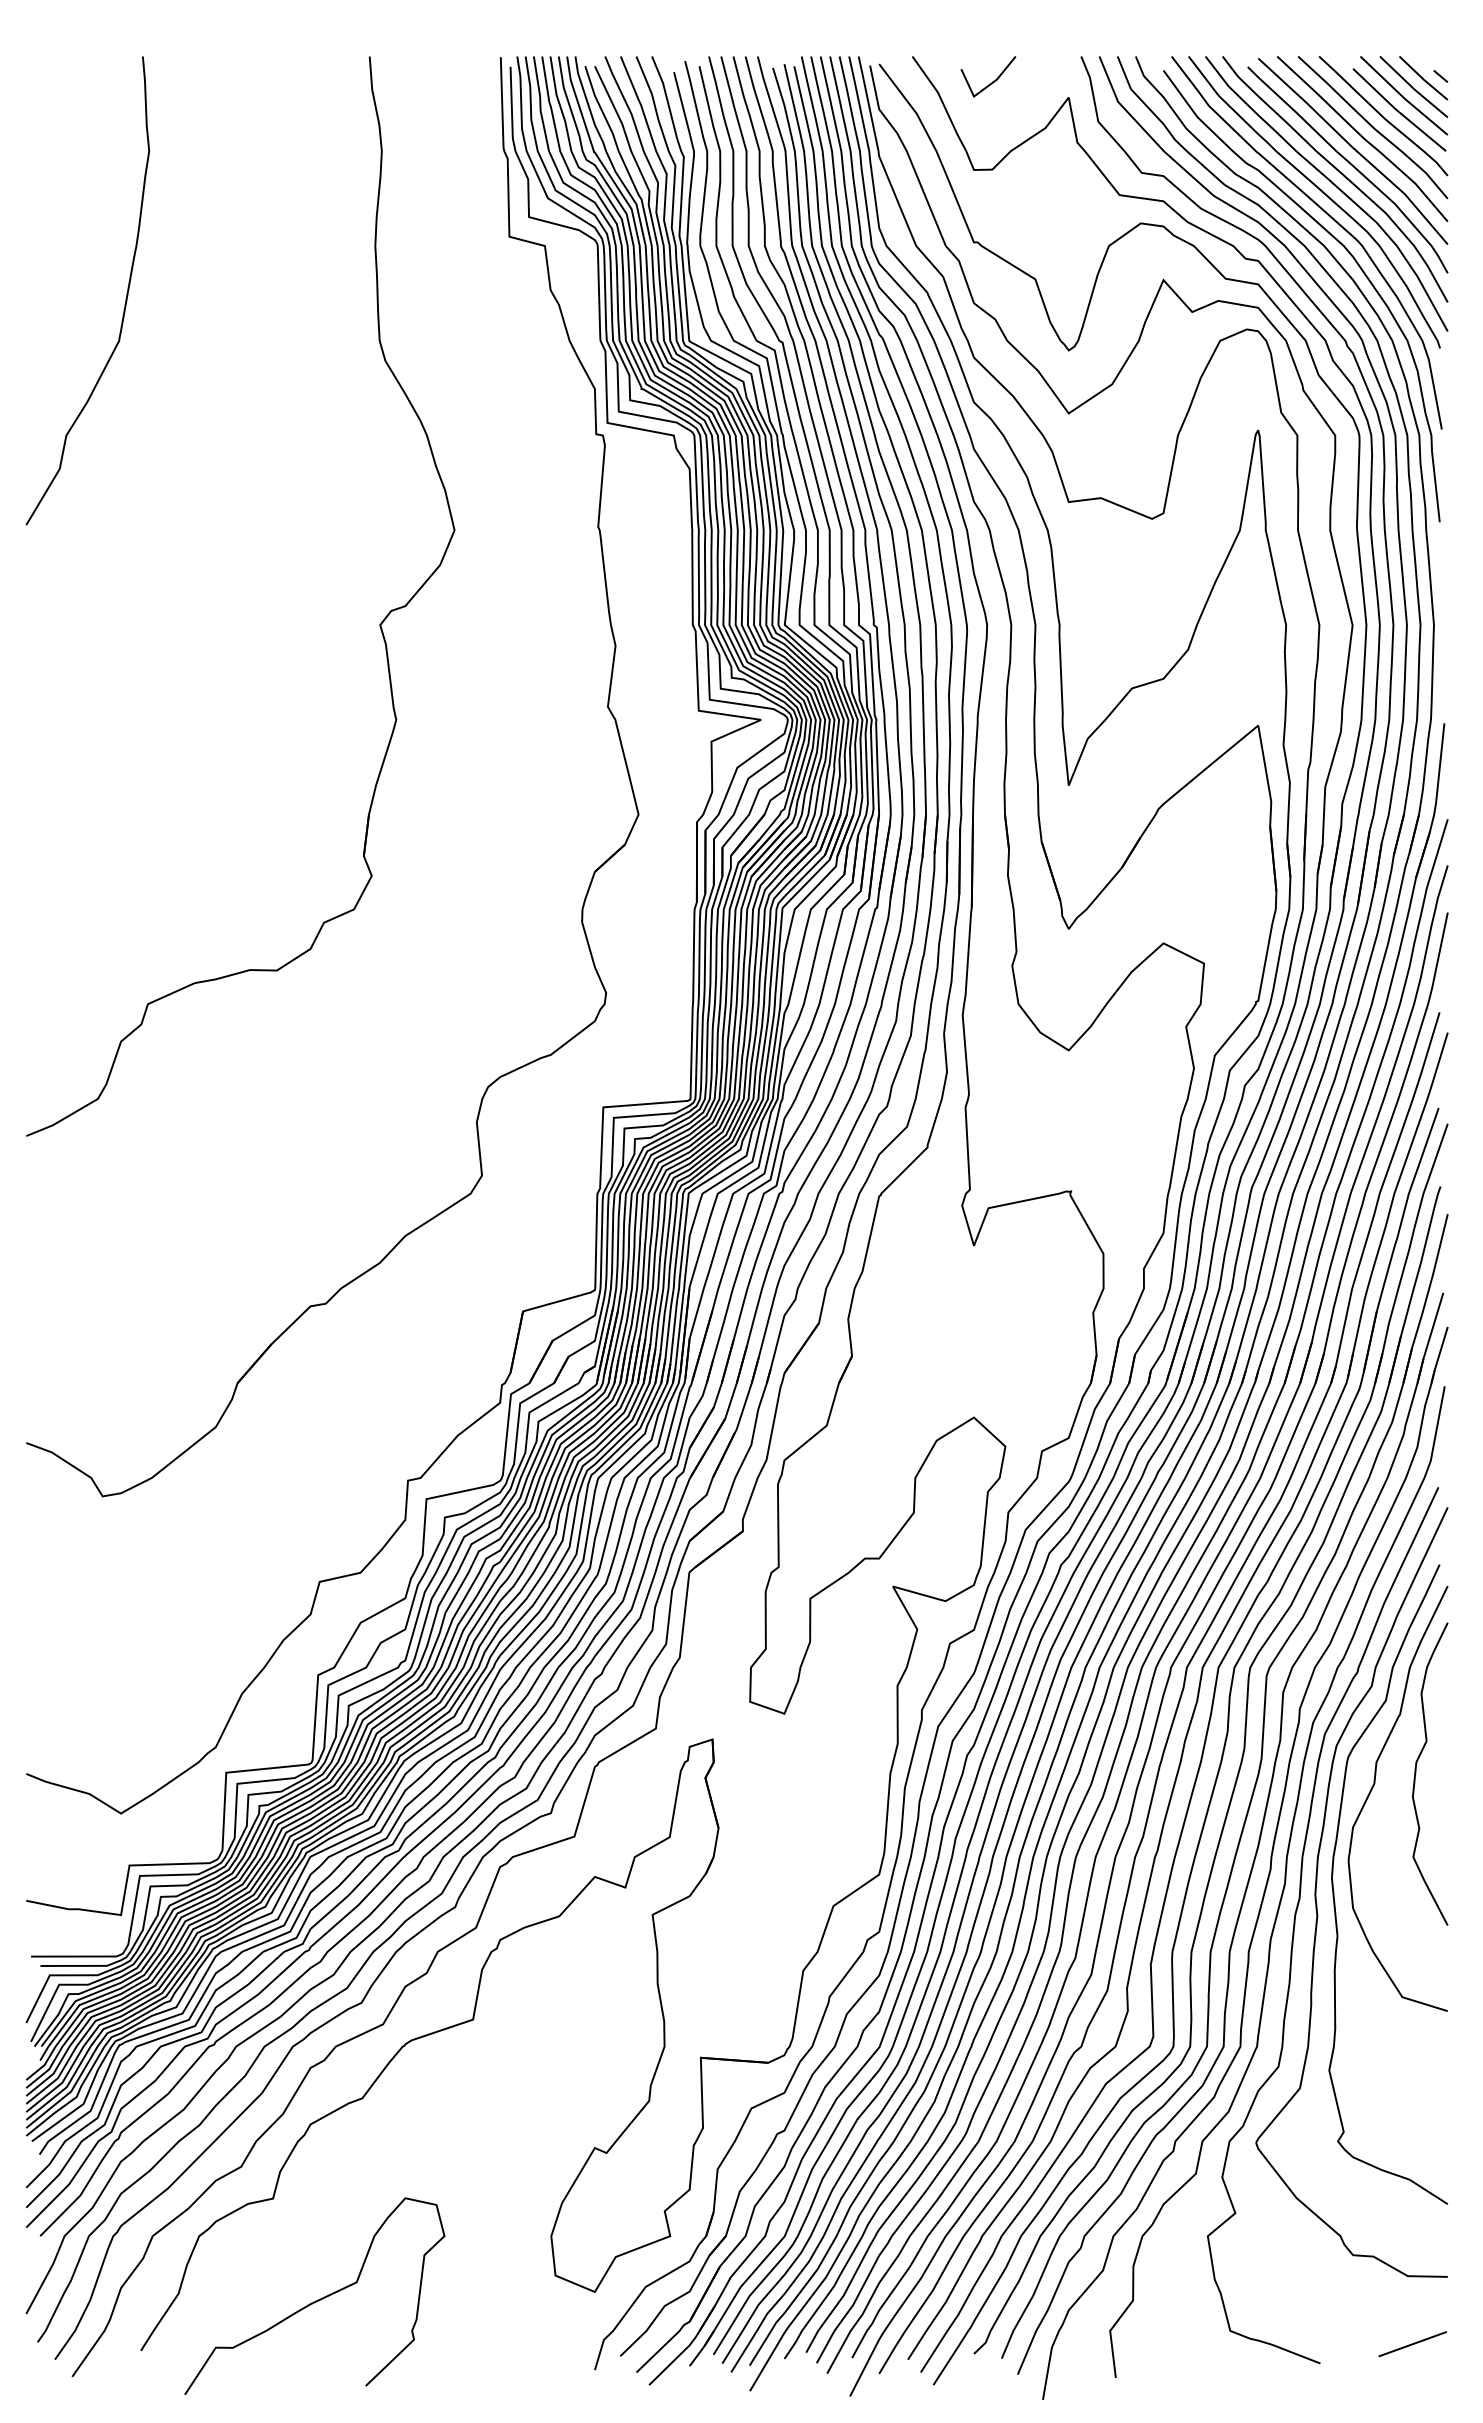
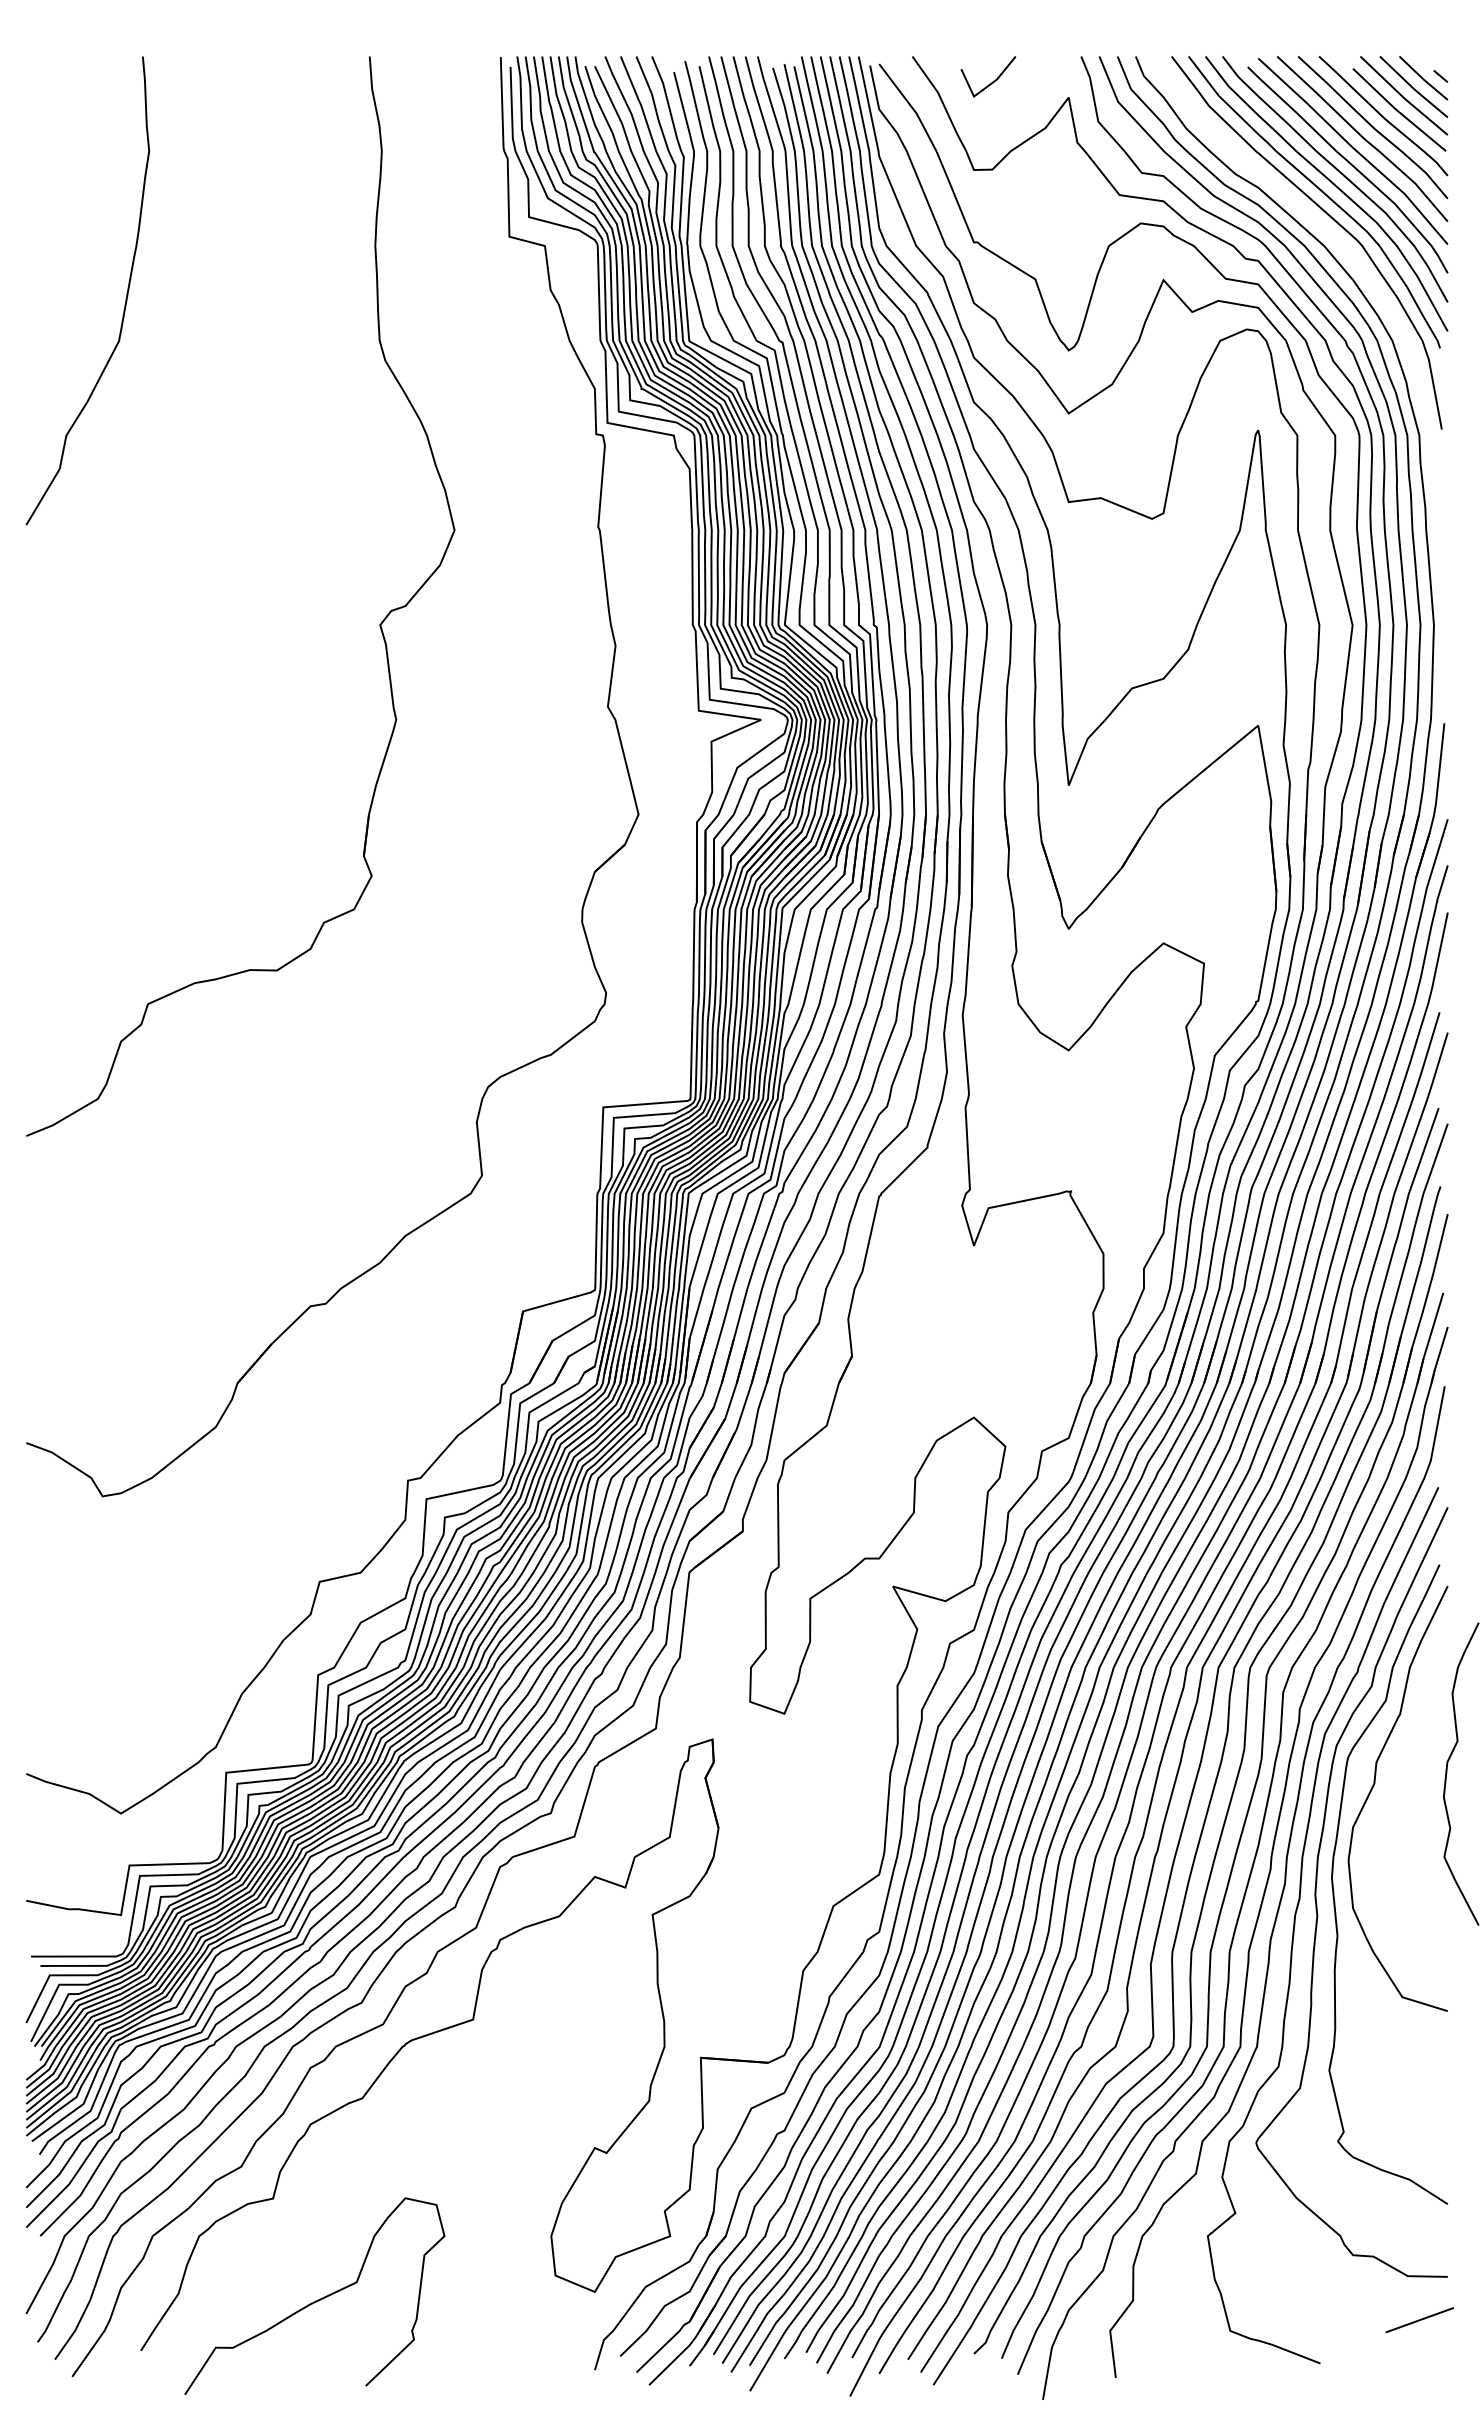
curve at (1348, 253): present -> none
curve at (1416, 1773) position: (1416, 1773) -> (1447, 1773)
line at (1412, 2344) position: (1412, 2344) -> (1419, 2320)
